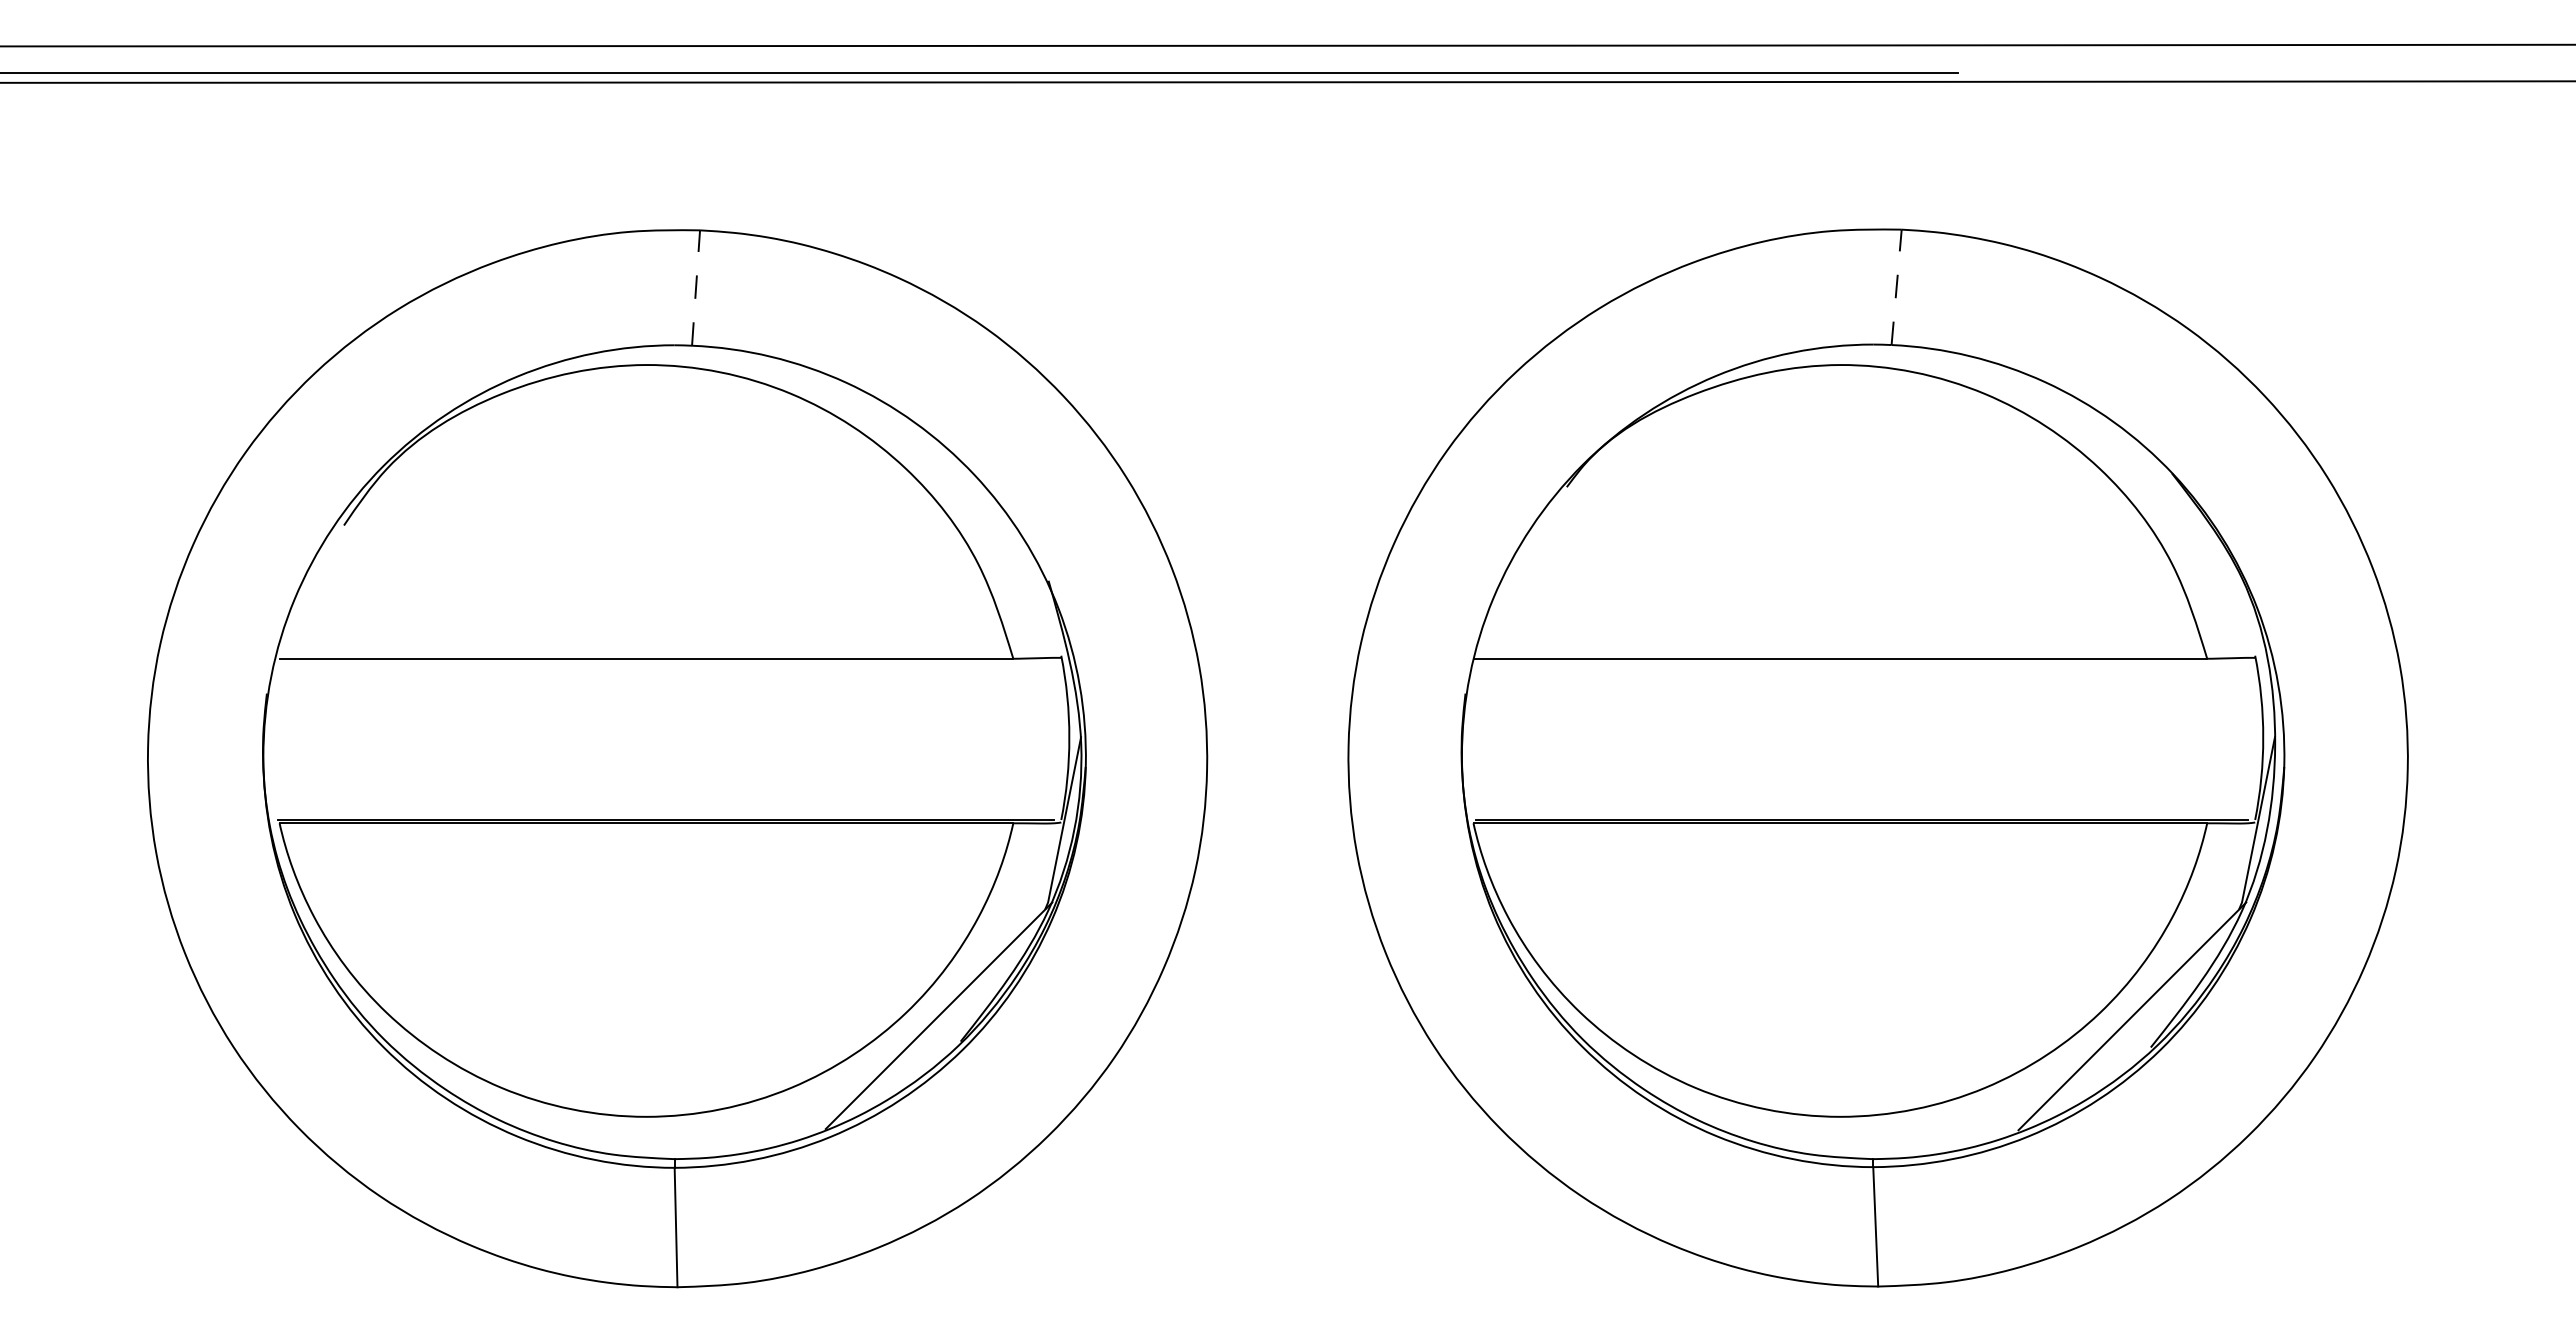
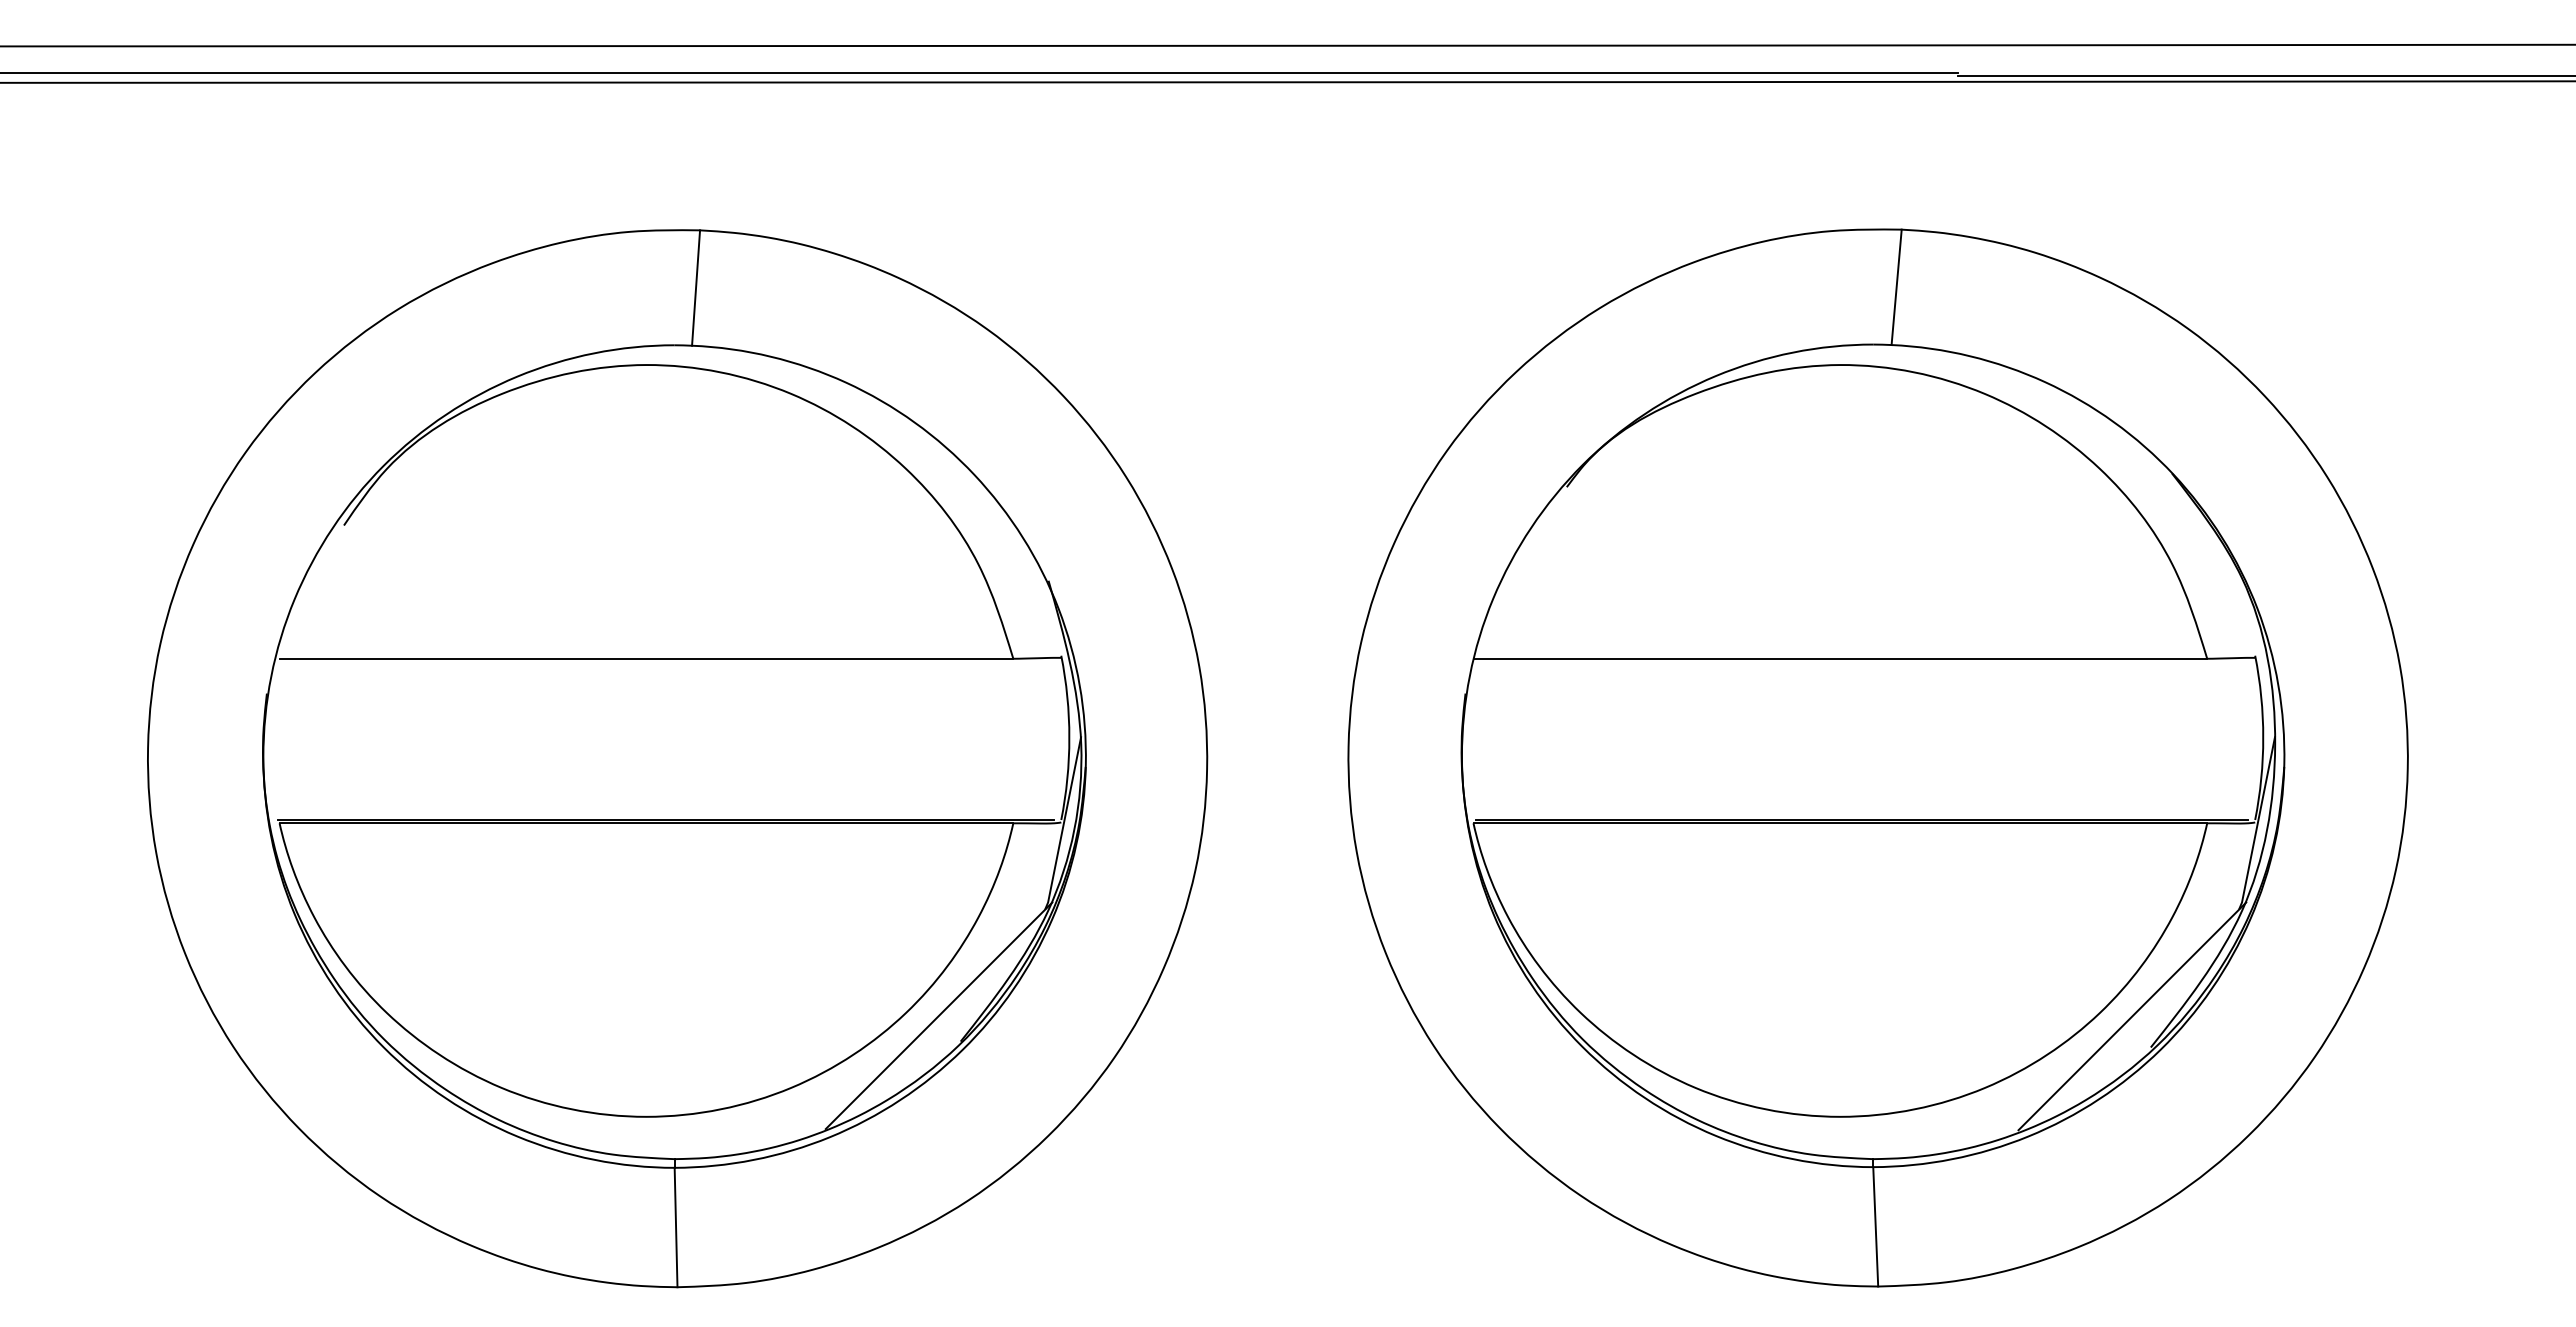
line at (2264, 75): none -> present
line at (1896, 287): dashed -> solid
line at (696, 288): dashed -> solid
